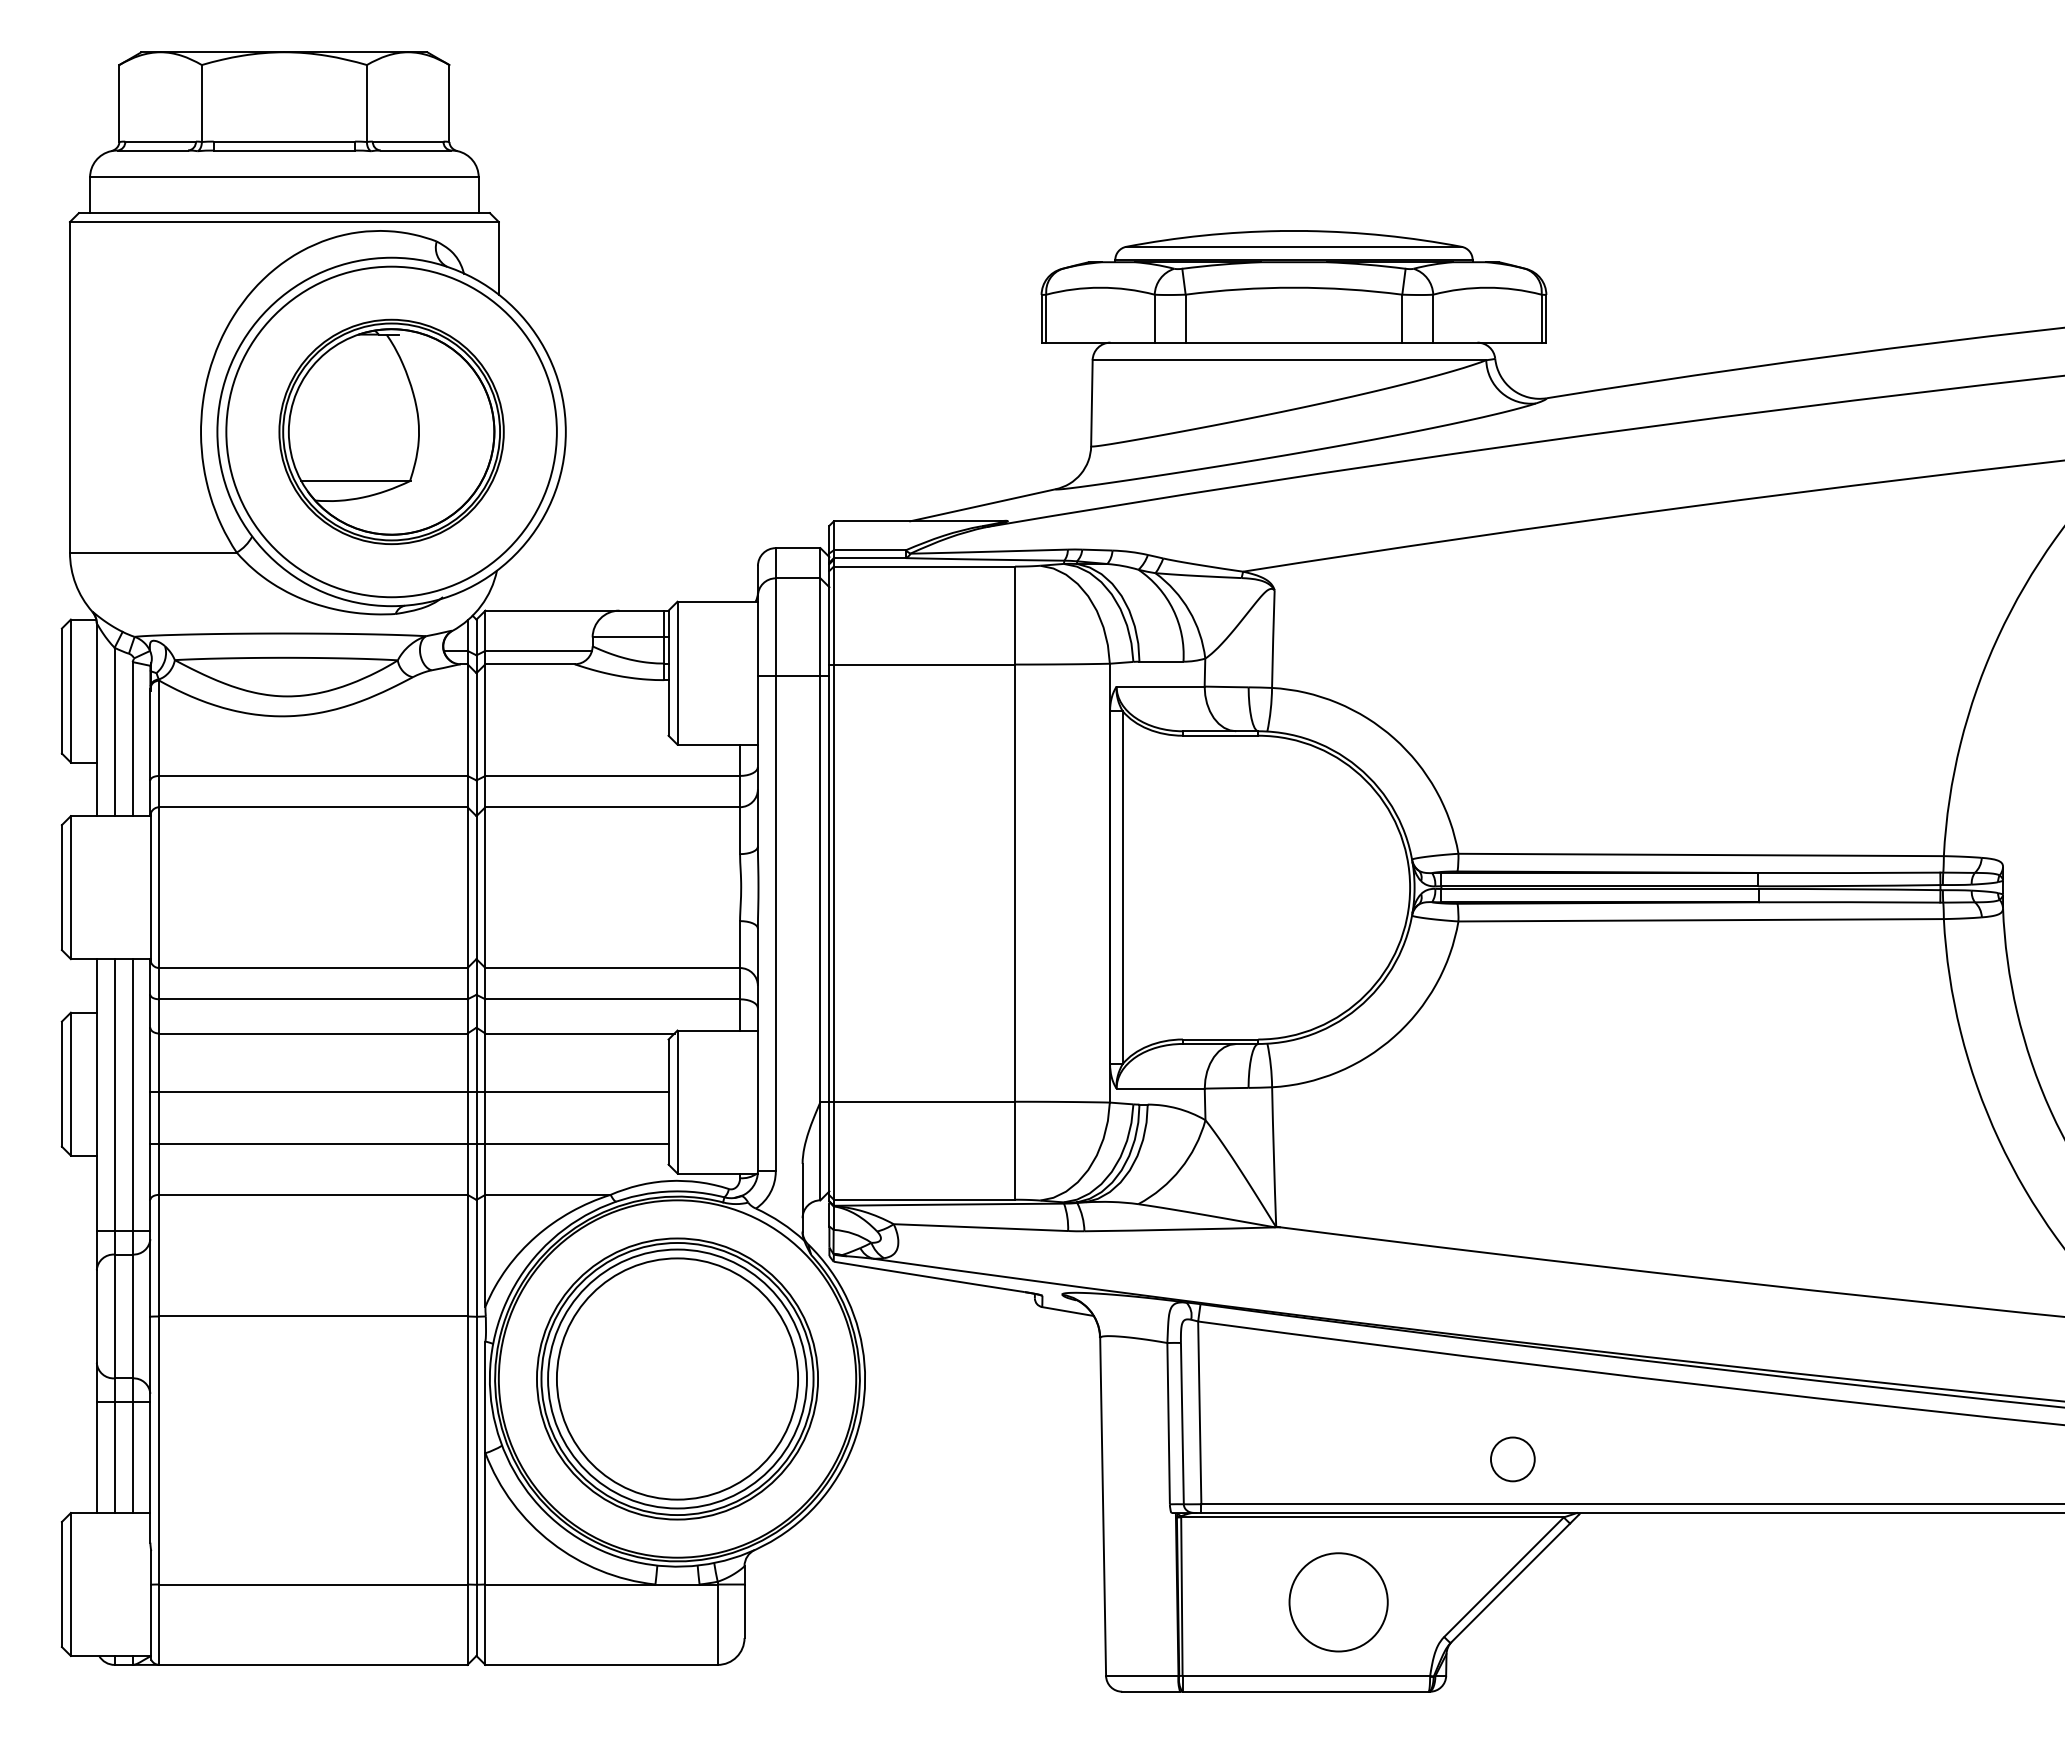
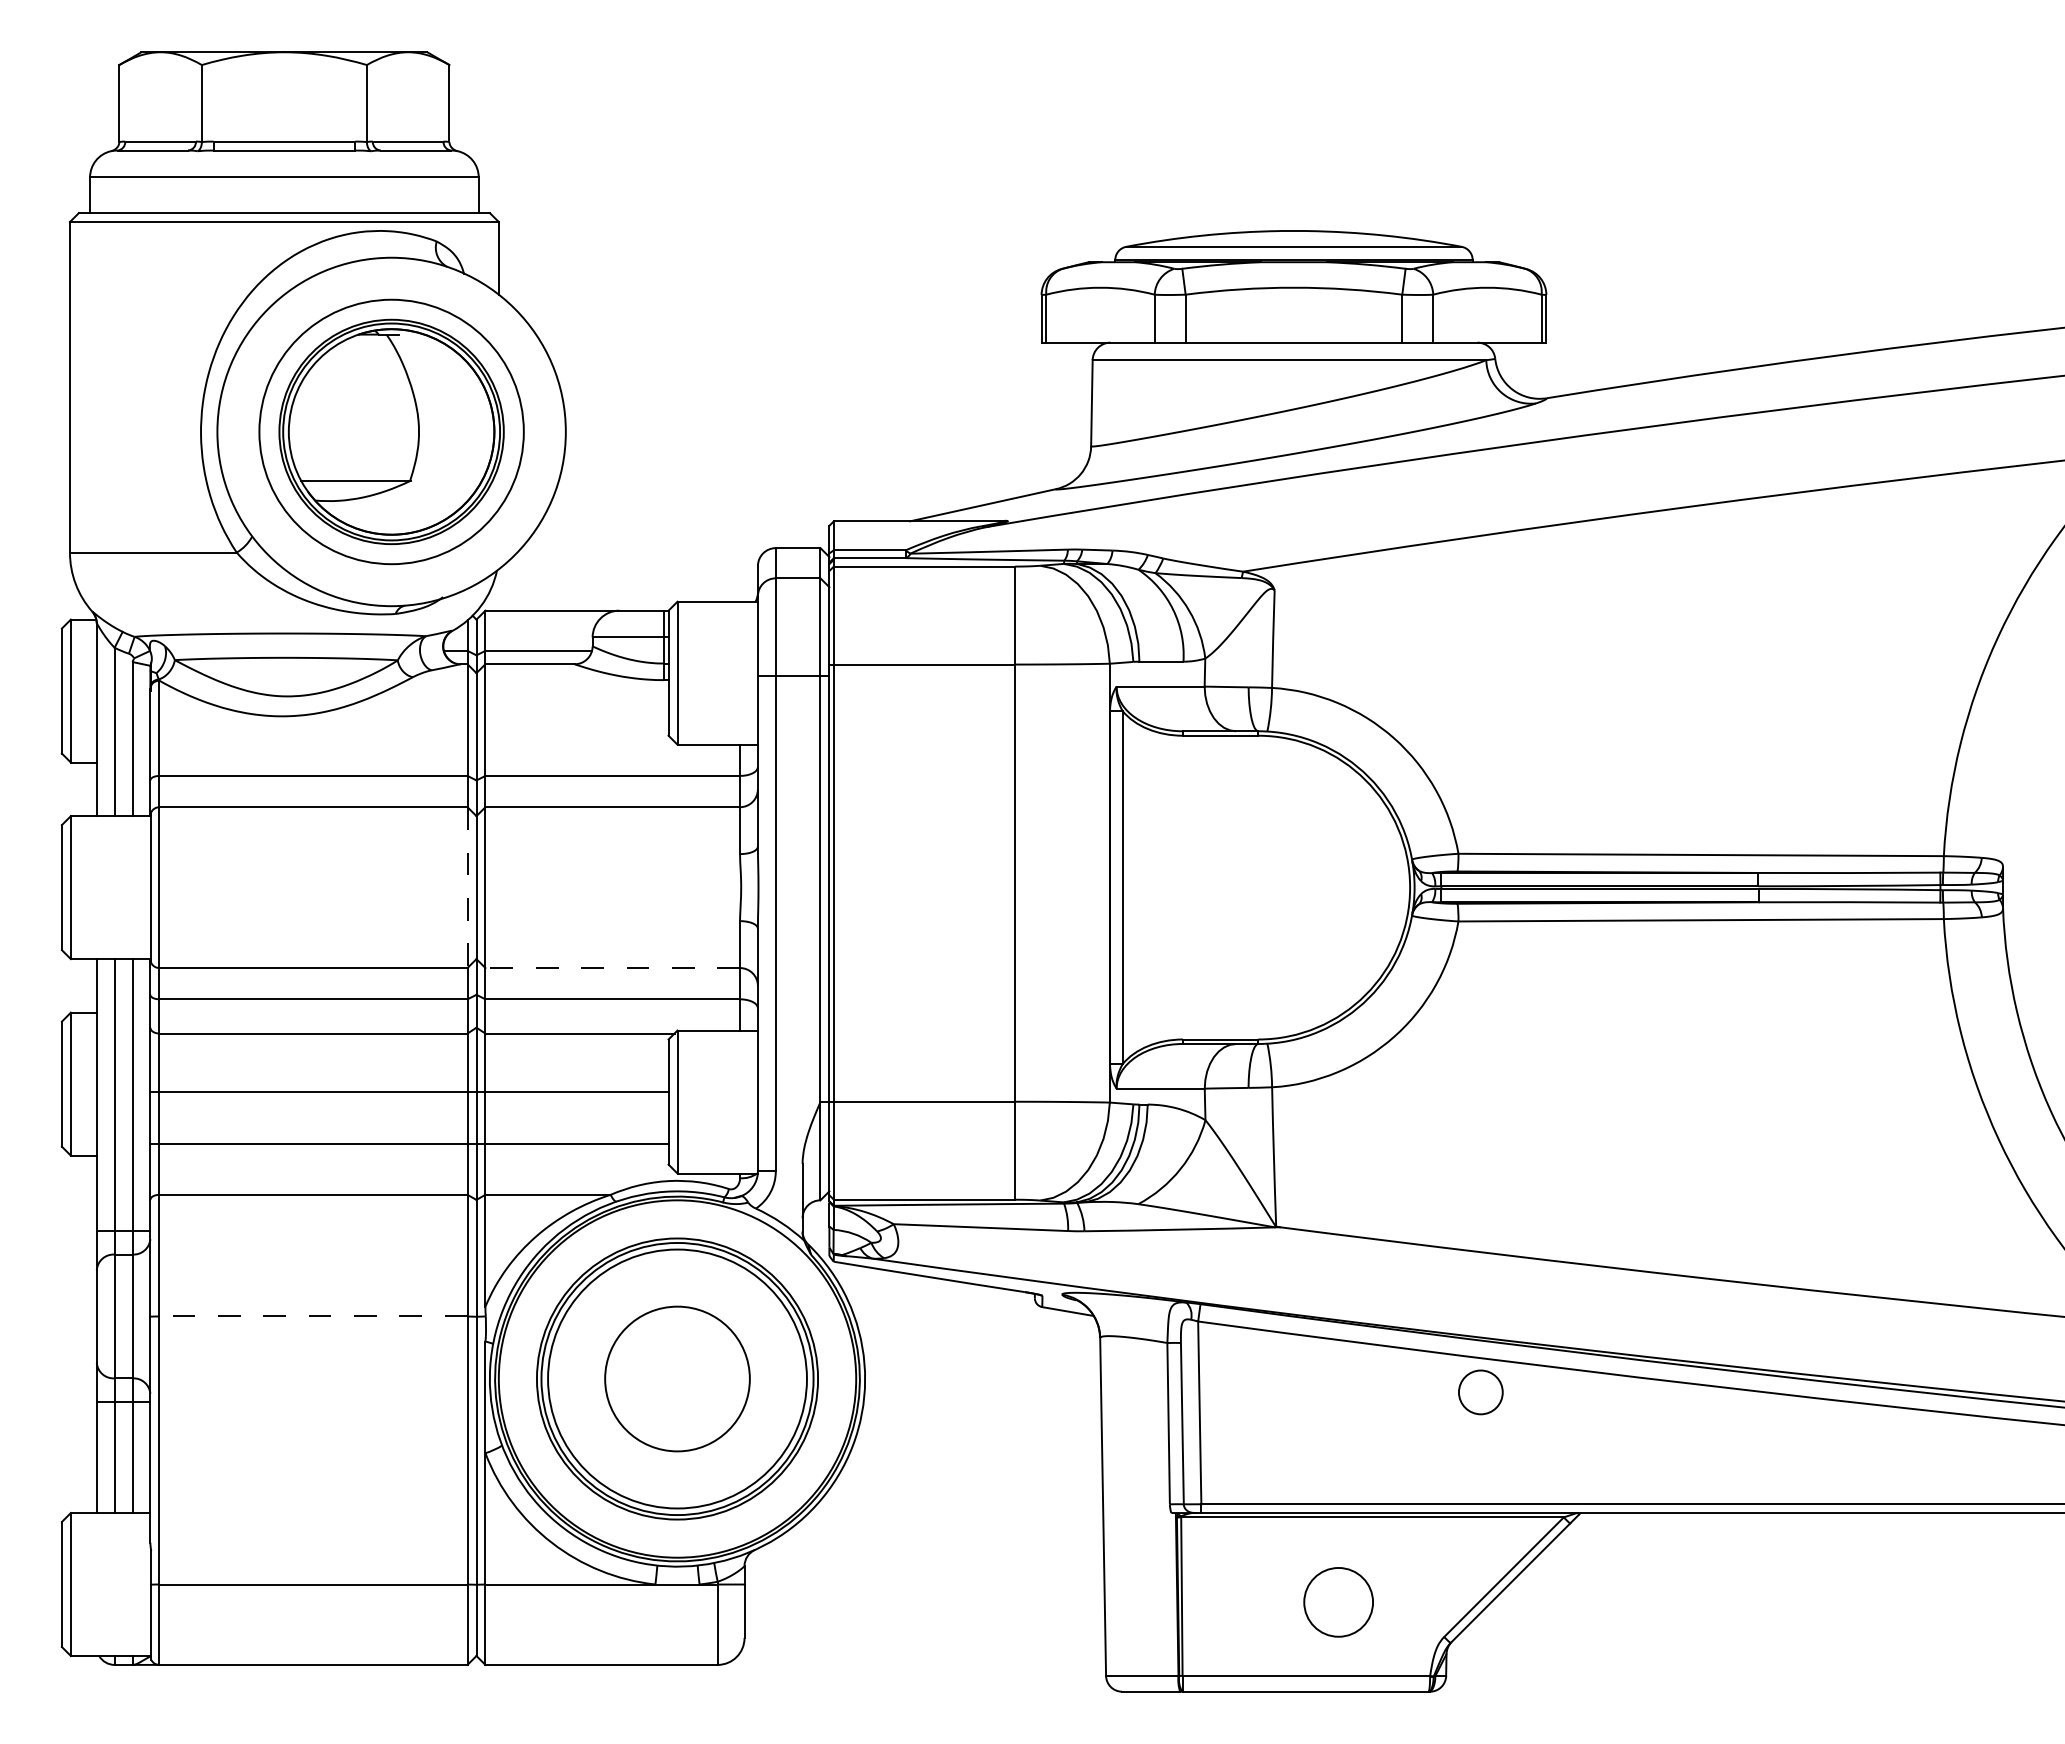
circle at (391, 431) diameter: 331 px -> 264 px
line at (467, 888): solid -> dashed
line at (612, 968): solid -> dashed
line at (312, 1316): solid -> dashed
circle at (677, 1378) diameter: 241 px -> 145 px
circle at (1512, 1459) position: (1512, 1459) -> (1480, 1392)
circle at (1338, 1602) diameter: 98 px -> 69 px
